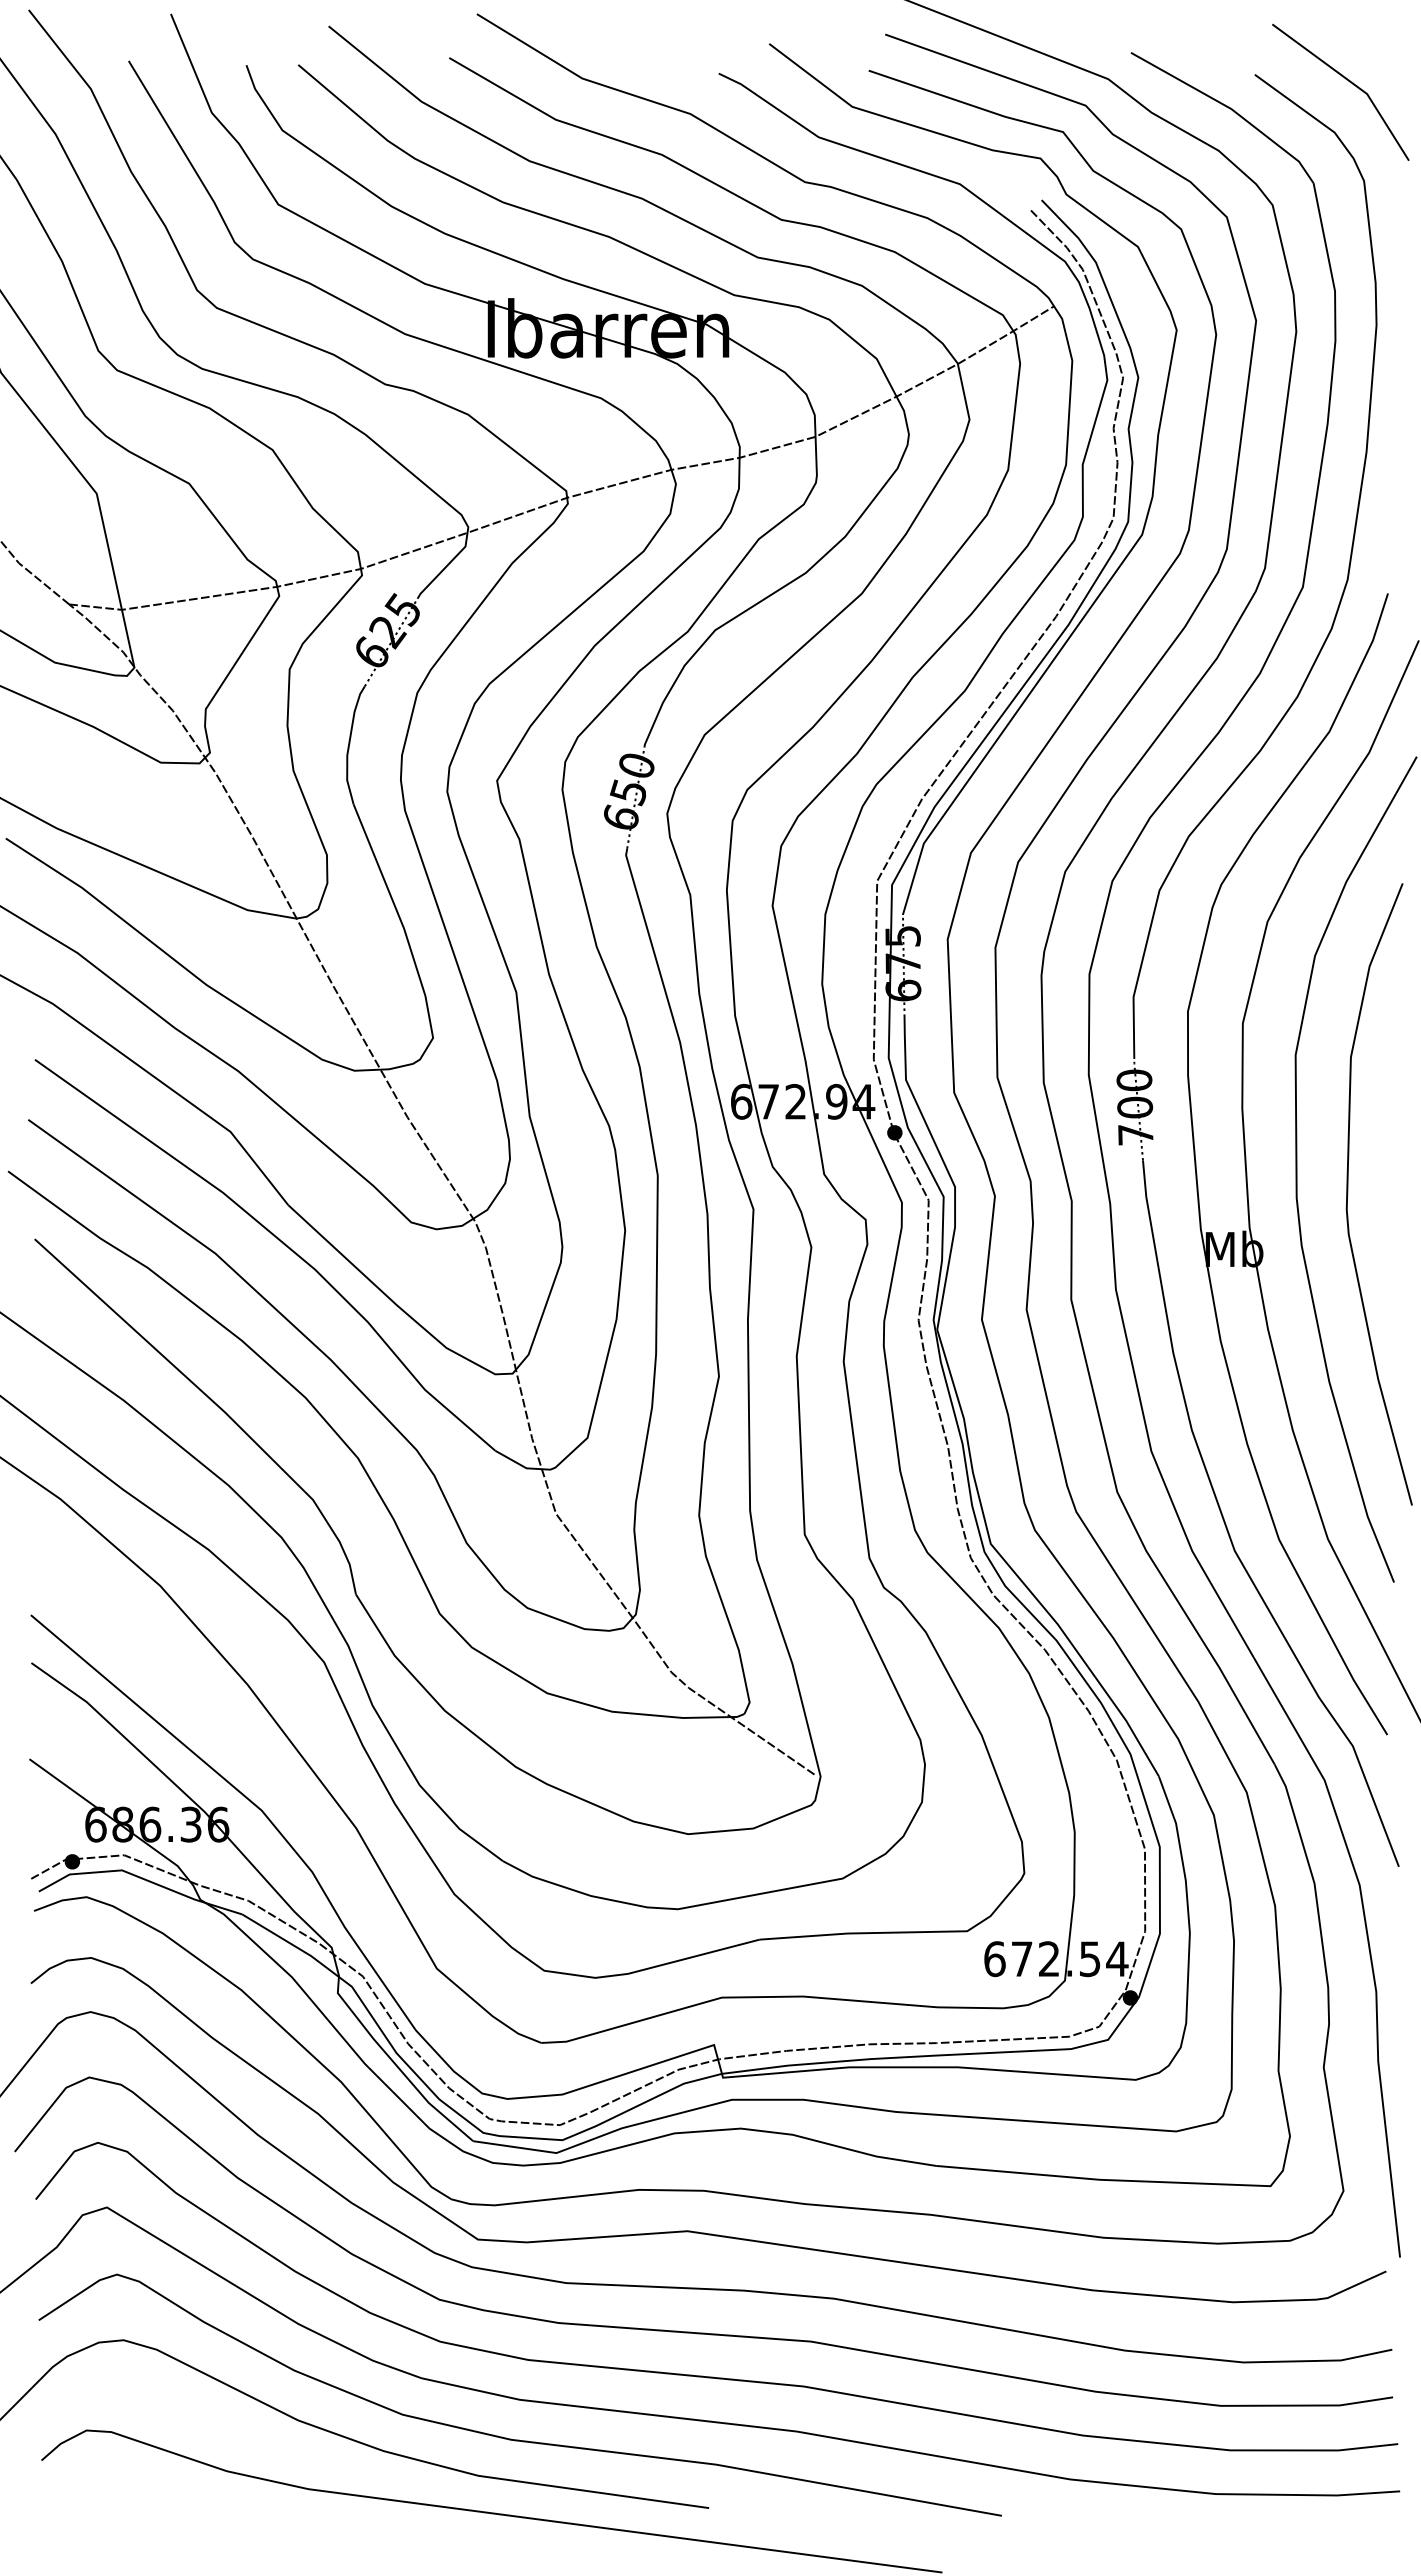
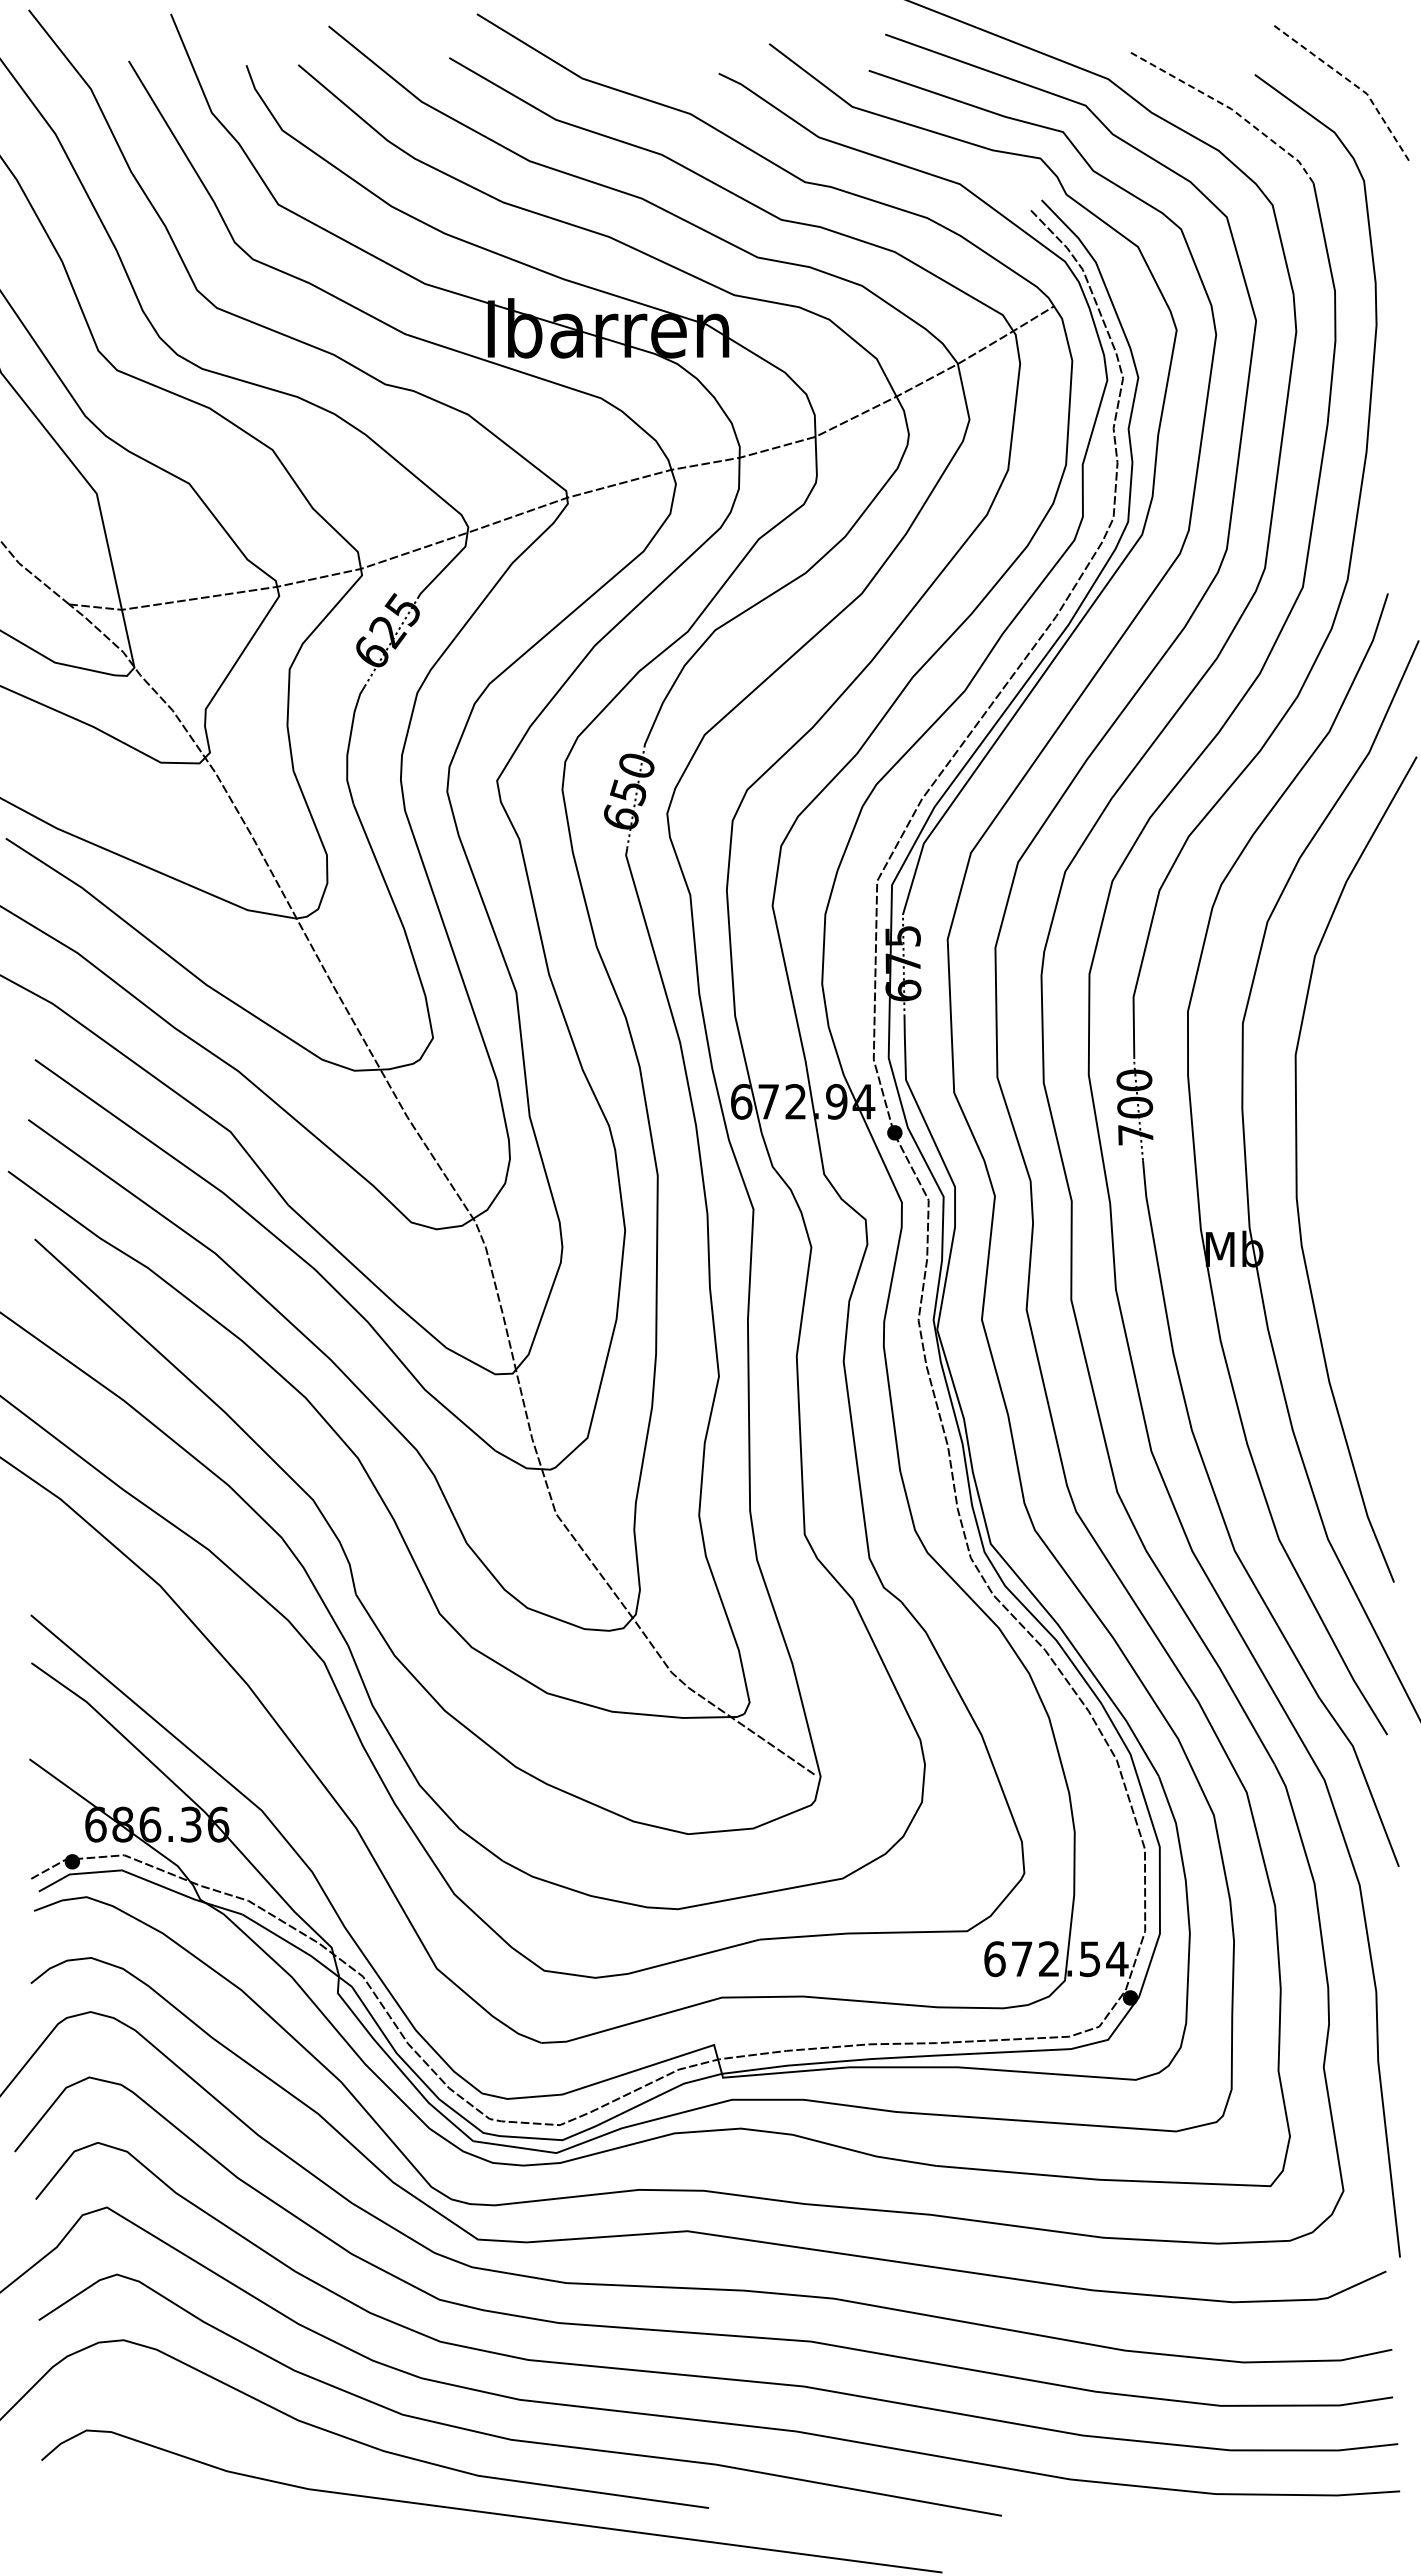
line at (1351, 82): solid -> dashed
line at (1230, 108): solid -> dashed
curve at (1348, 1194): present -> none
